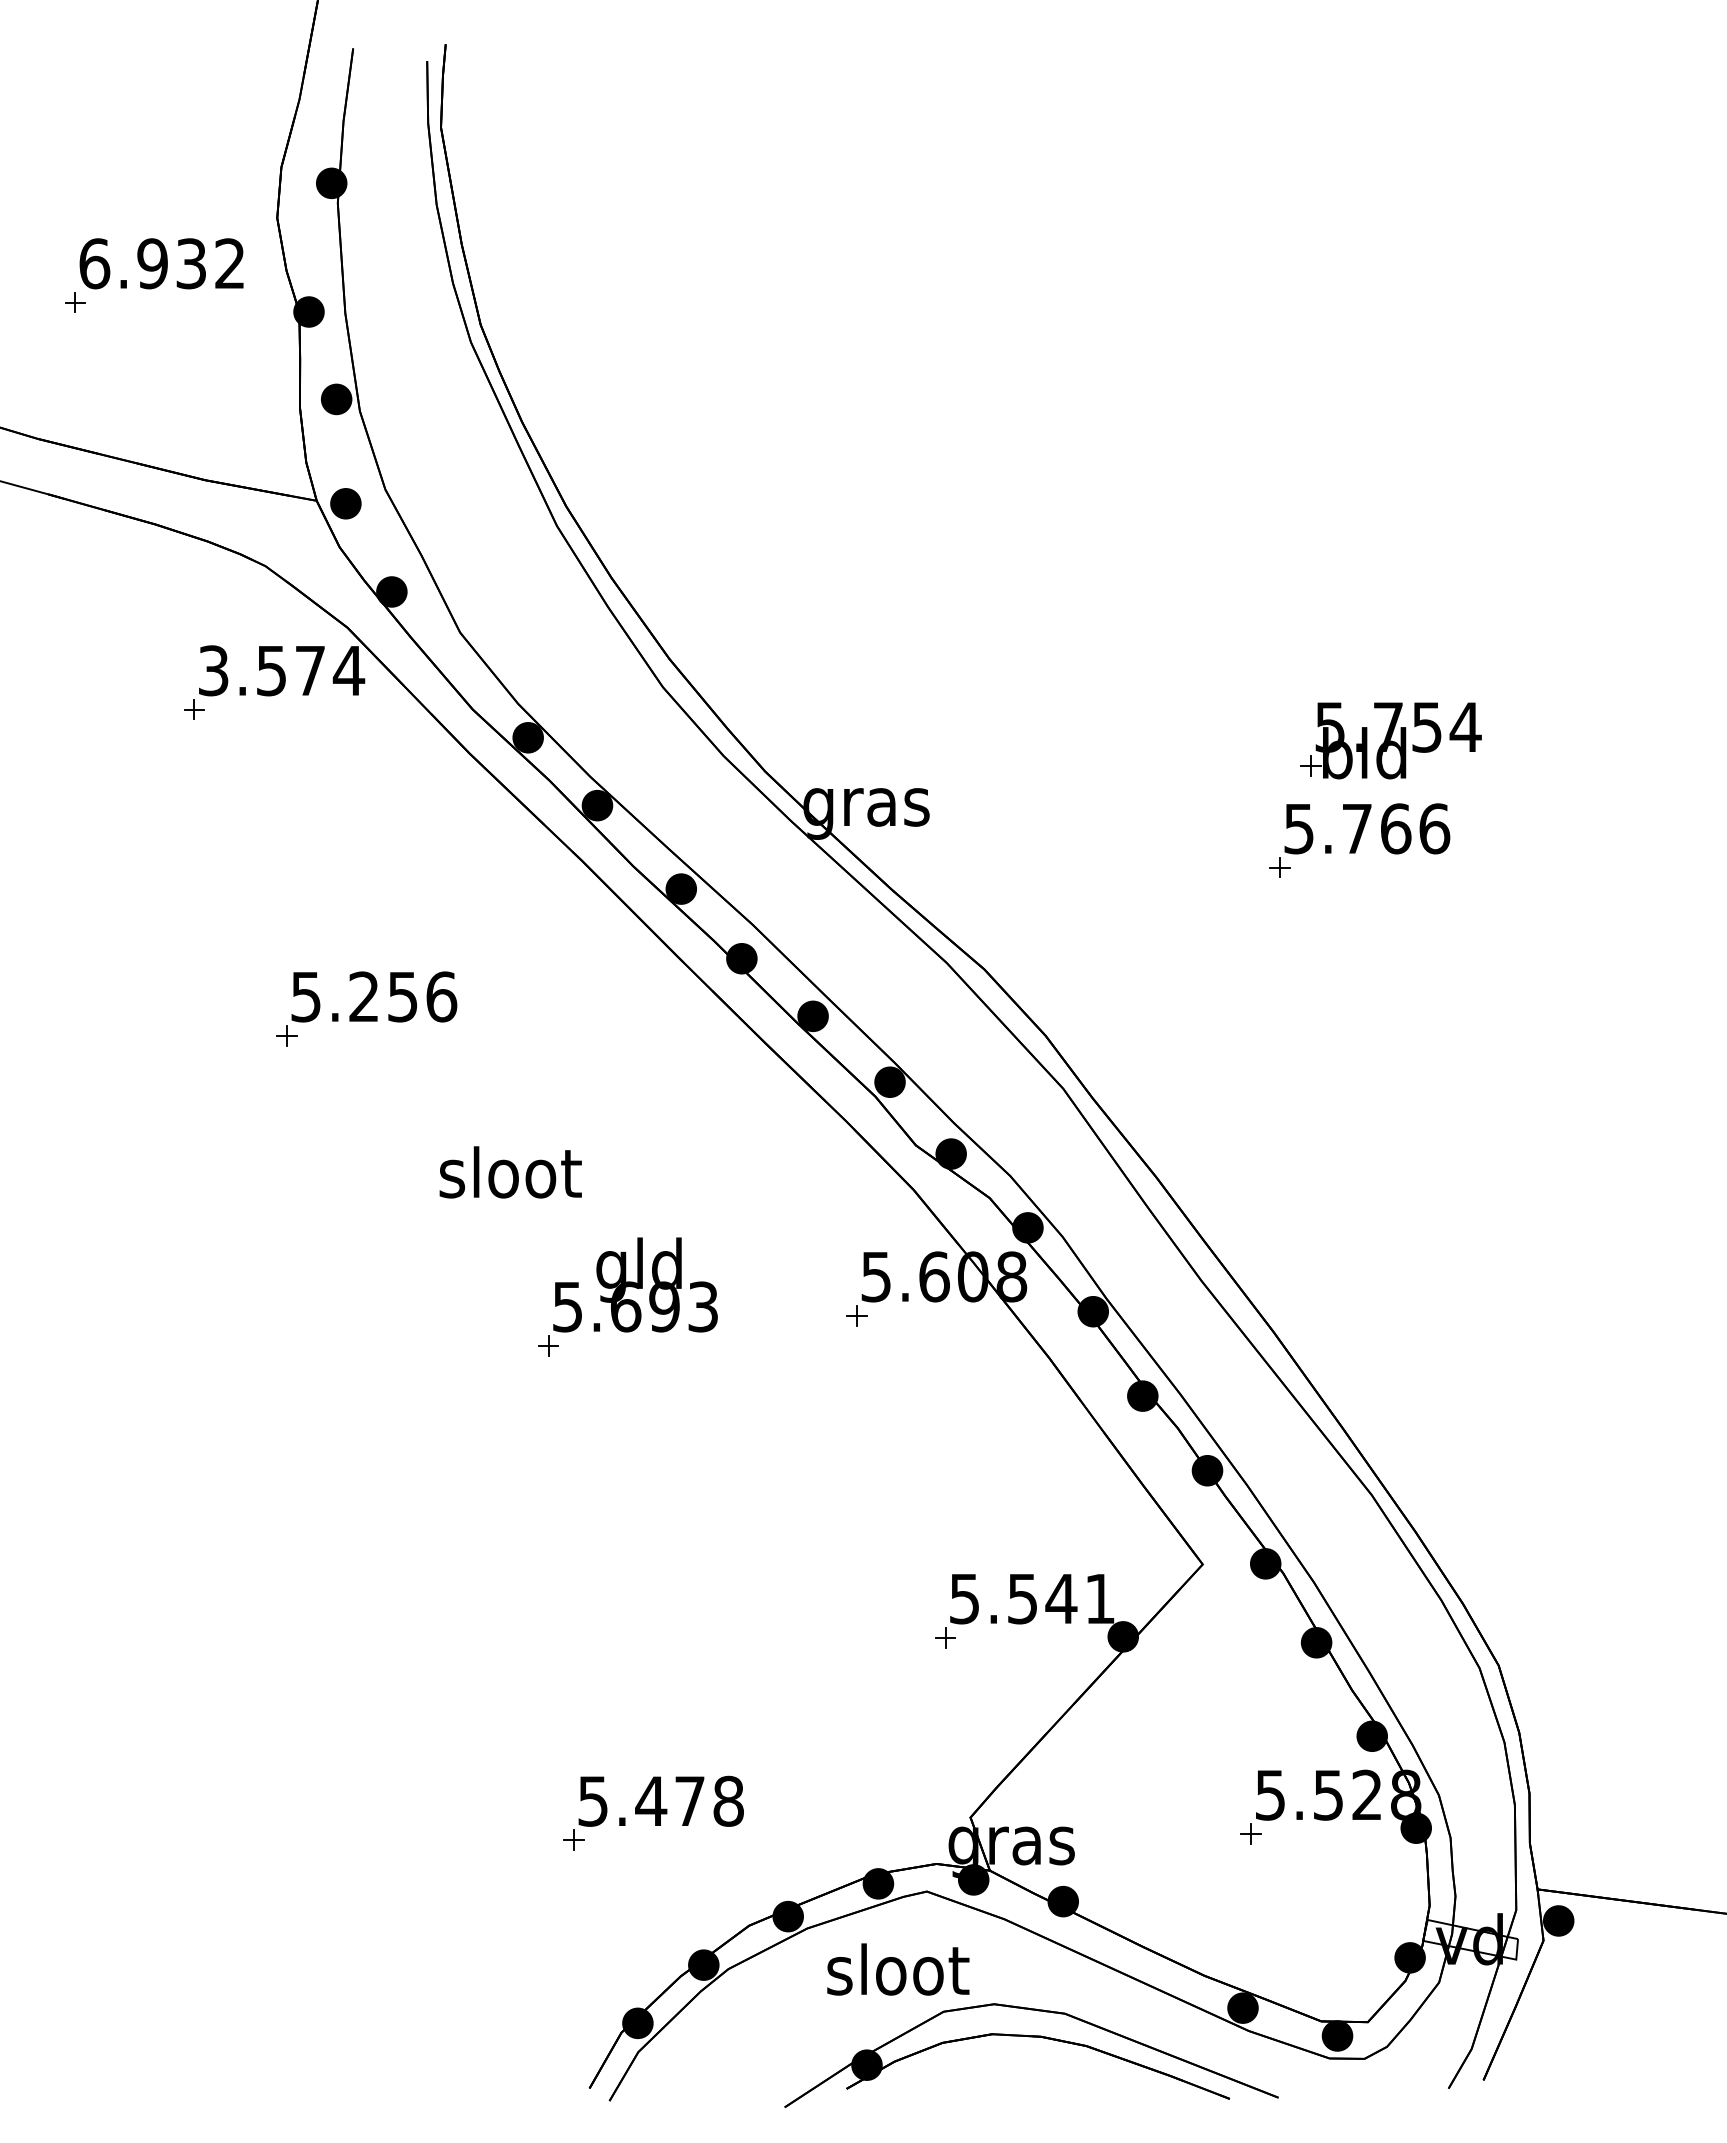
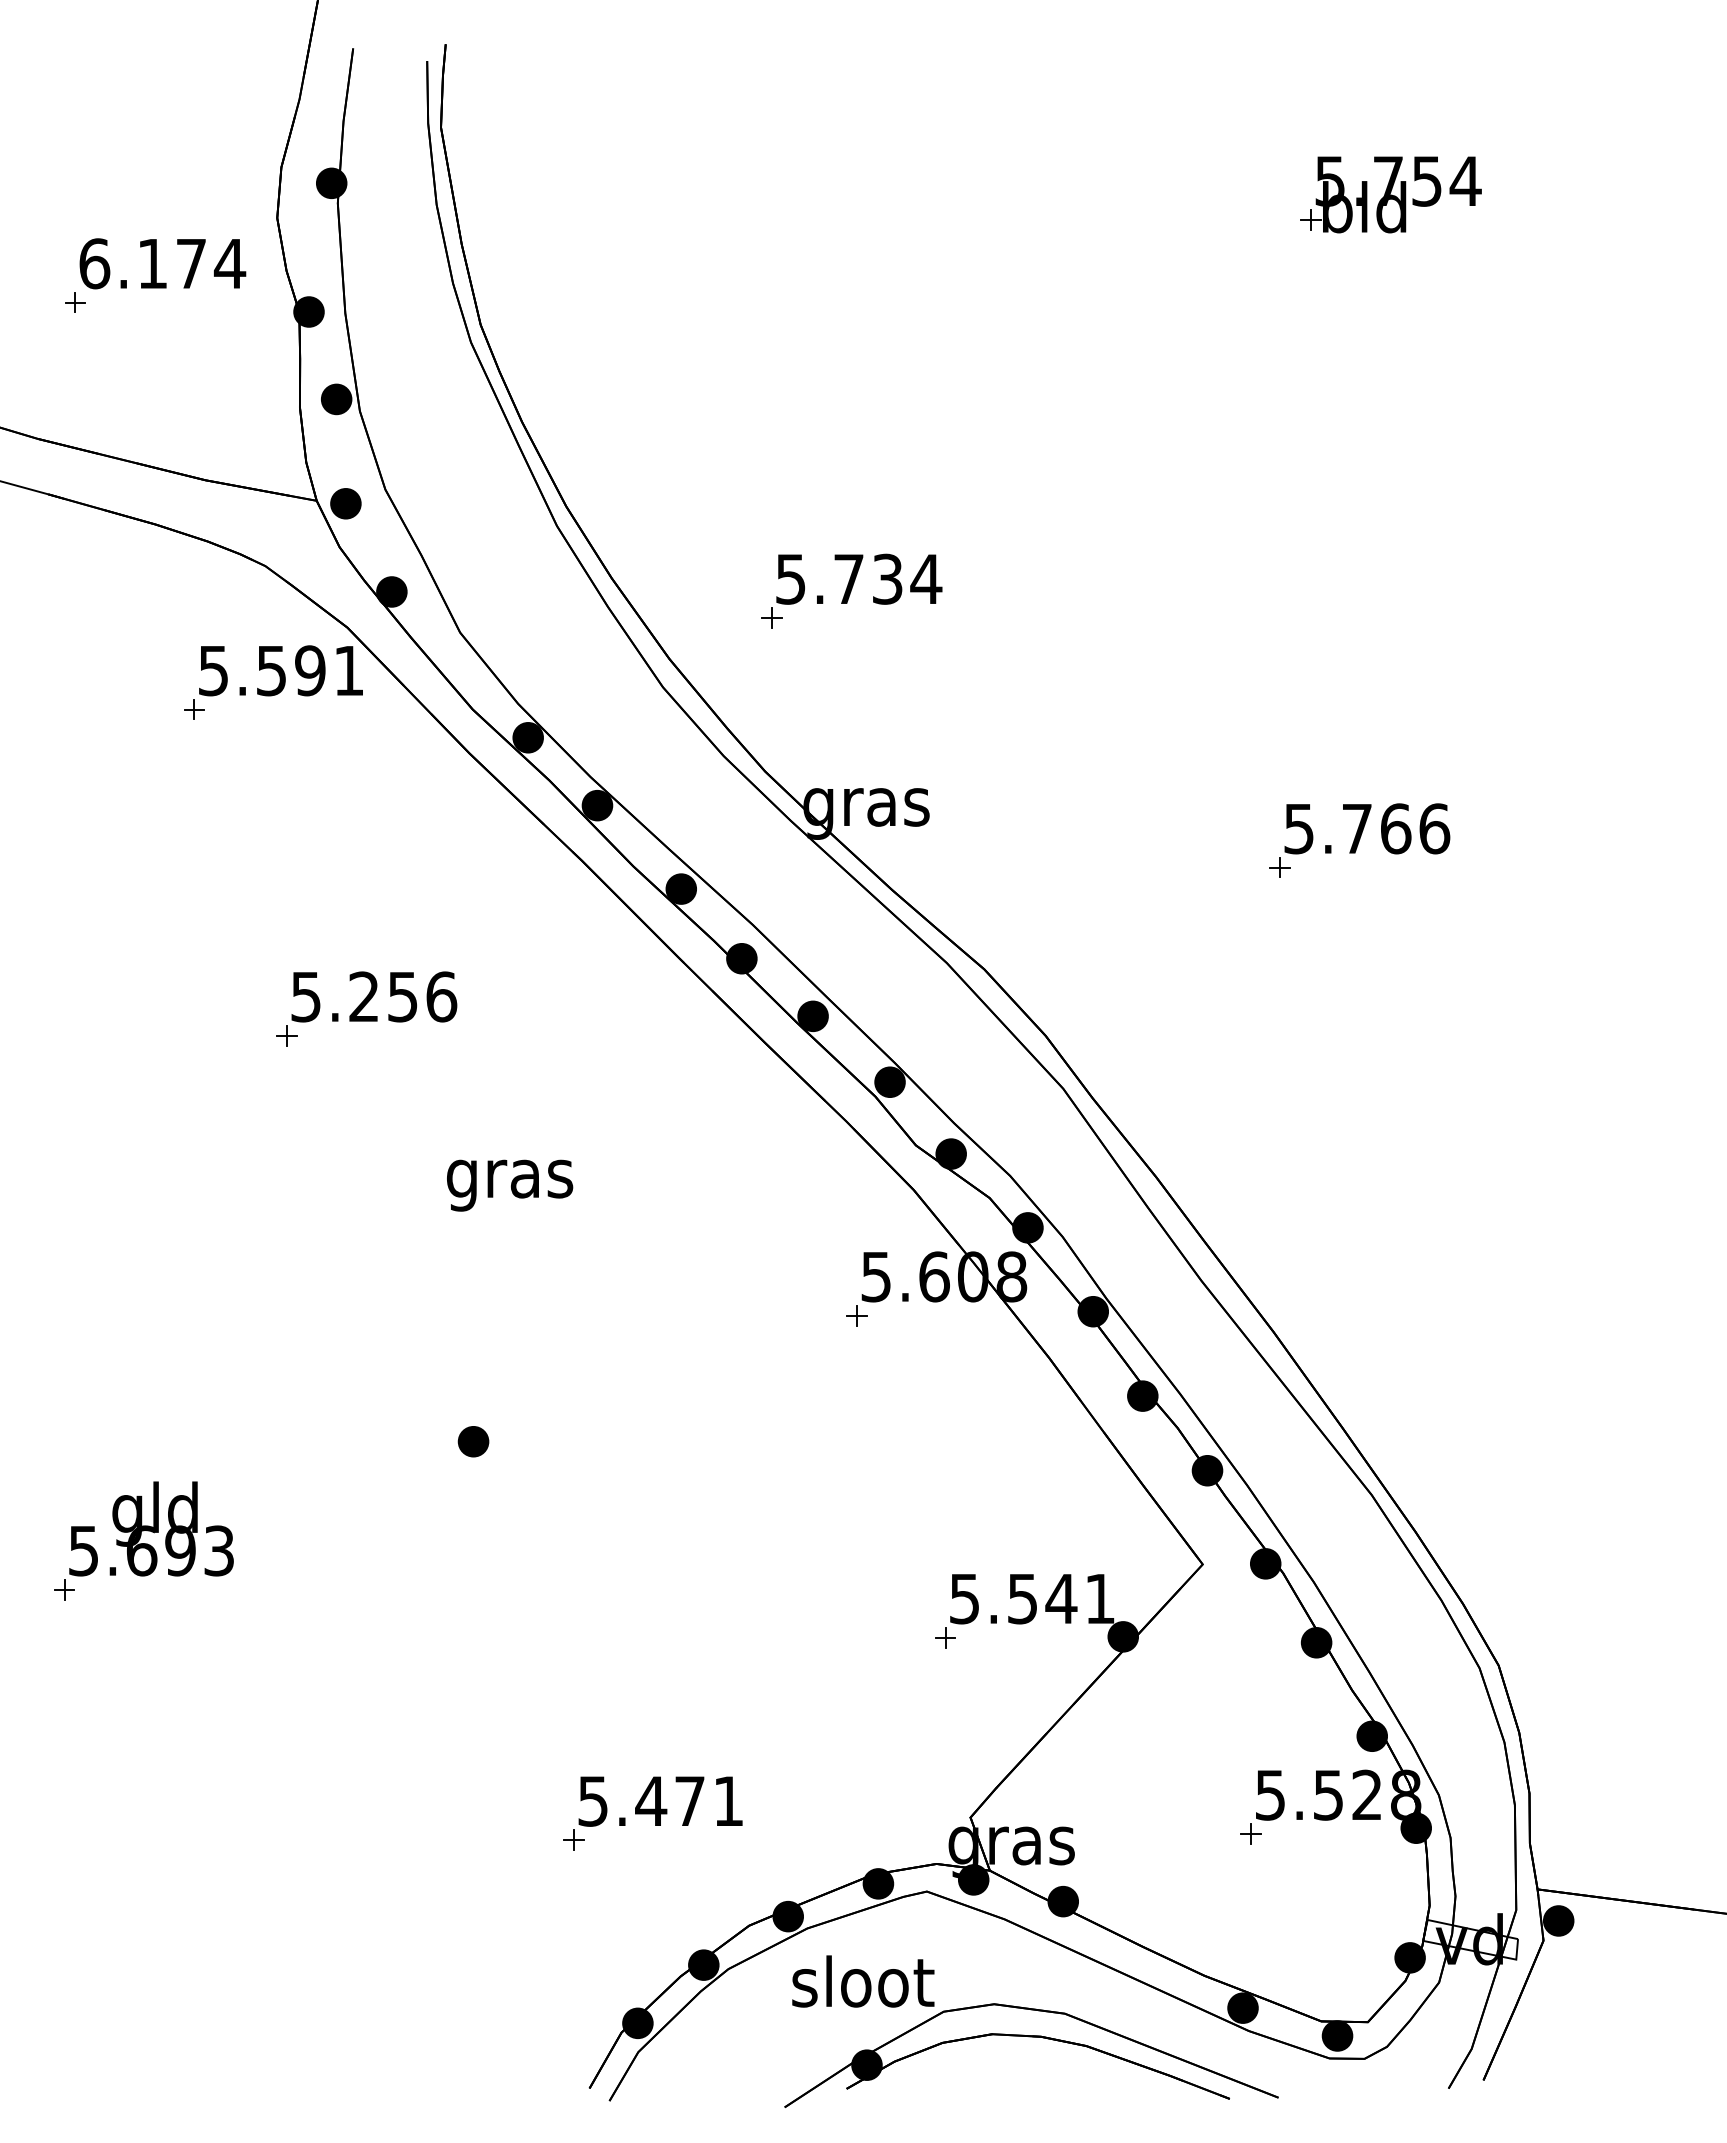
text at (191, 263): 6.932 -> 6.174
part at (851, 590): none -> present
text at (282, 670): 3.574 -> 5.591
part at (1390, 740) position: (1390, 740) -> (1390, 194)
text at (510, 1178): sloot -> gras
part at (627, 1296) position: (627, 1296) -> (143, 1540)
part at (473, 1441): none -> present
text at (728, 1800): 5.478 -> 5.471
text at (898, 1969) position: (898, 1969) -> (863, 1981)
